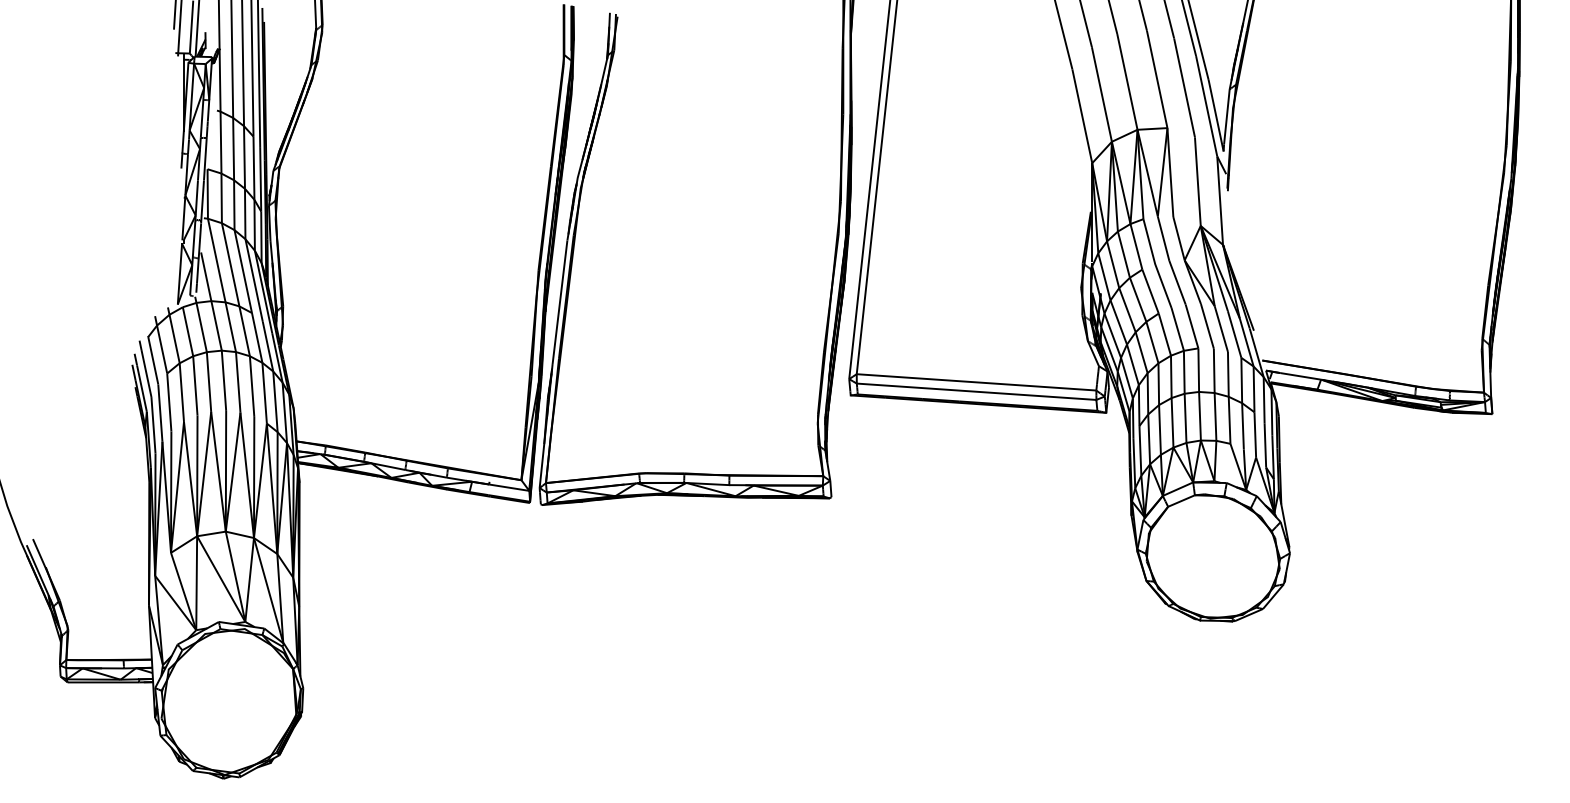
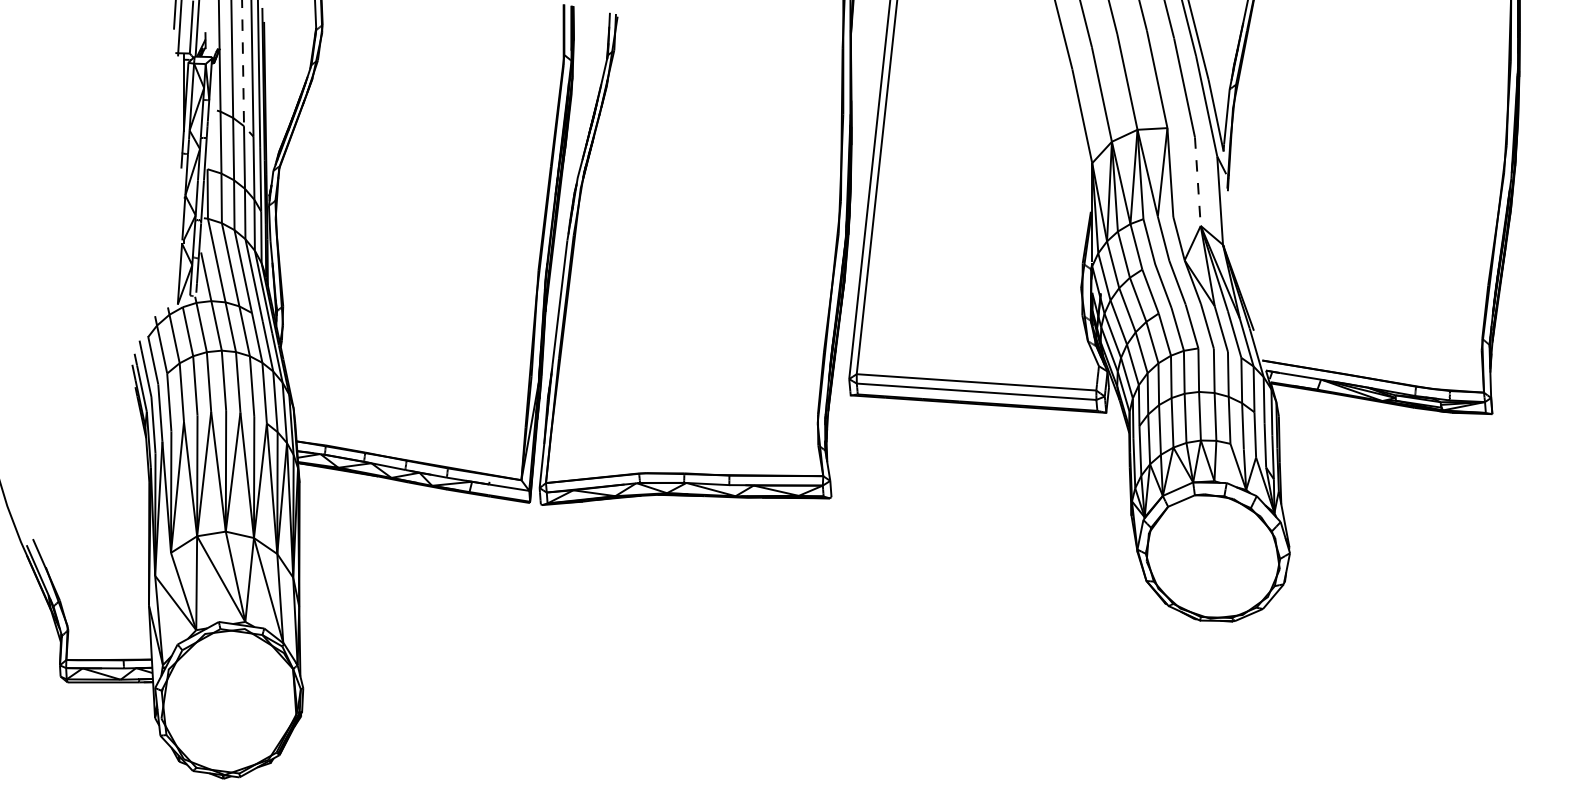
line at (243, 71): solid -> dashed
line at (1197, 182): solid -> dashed
